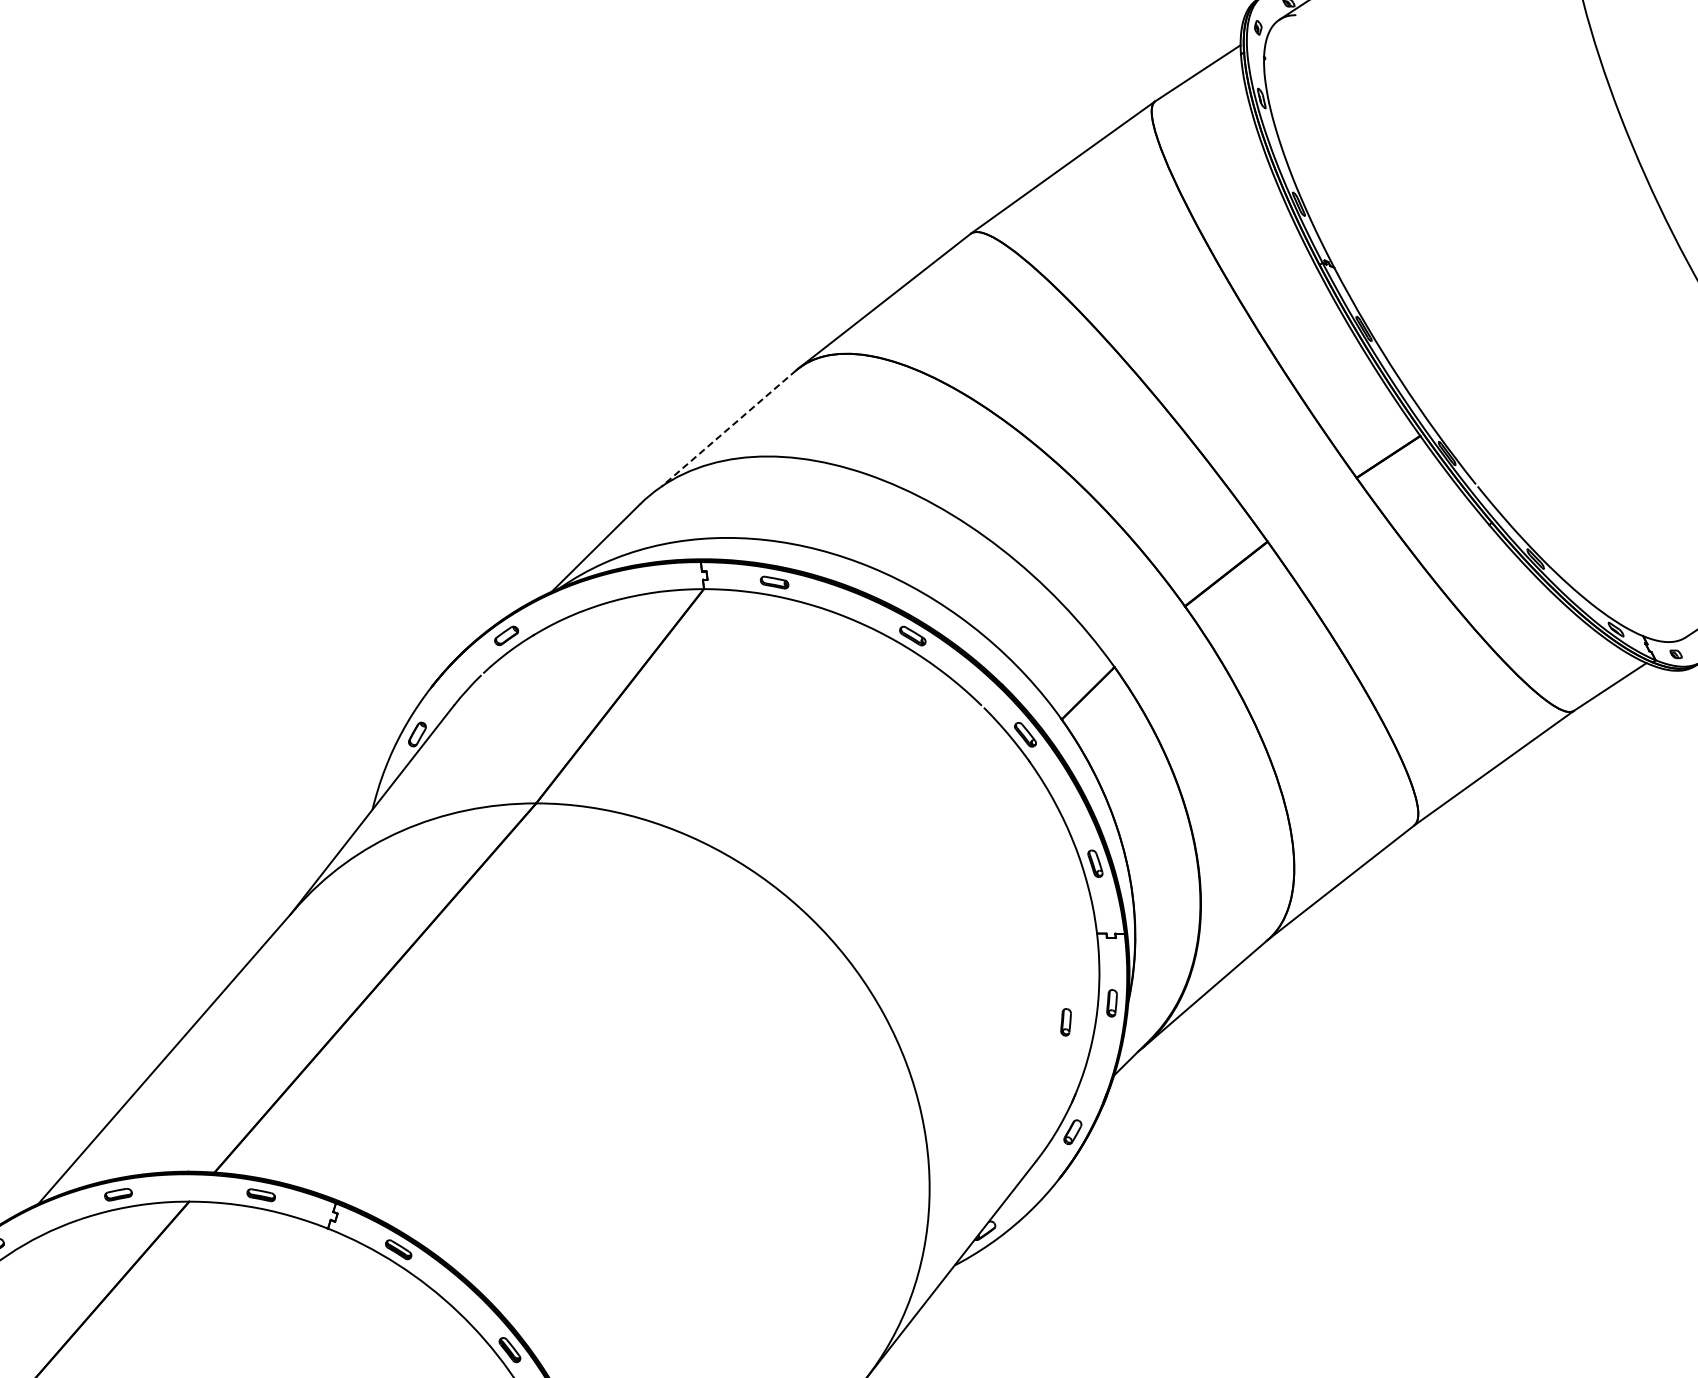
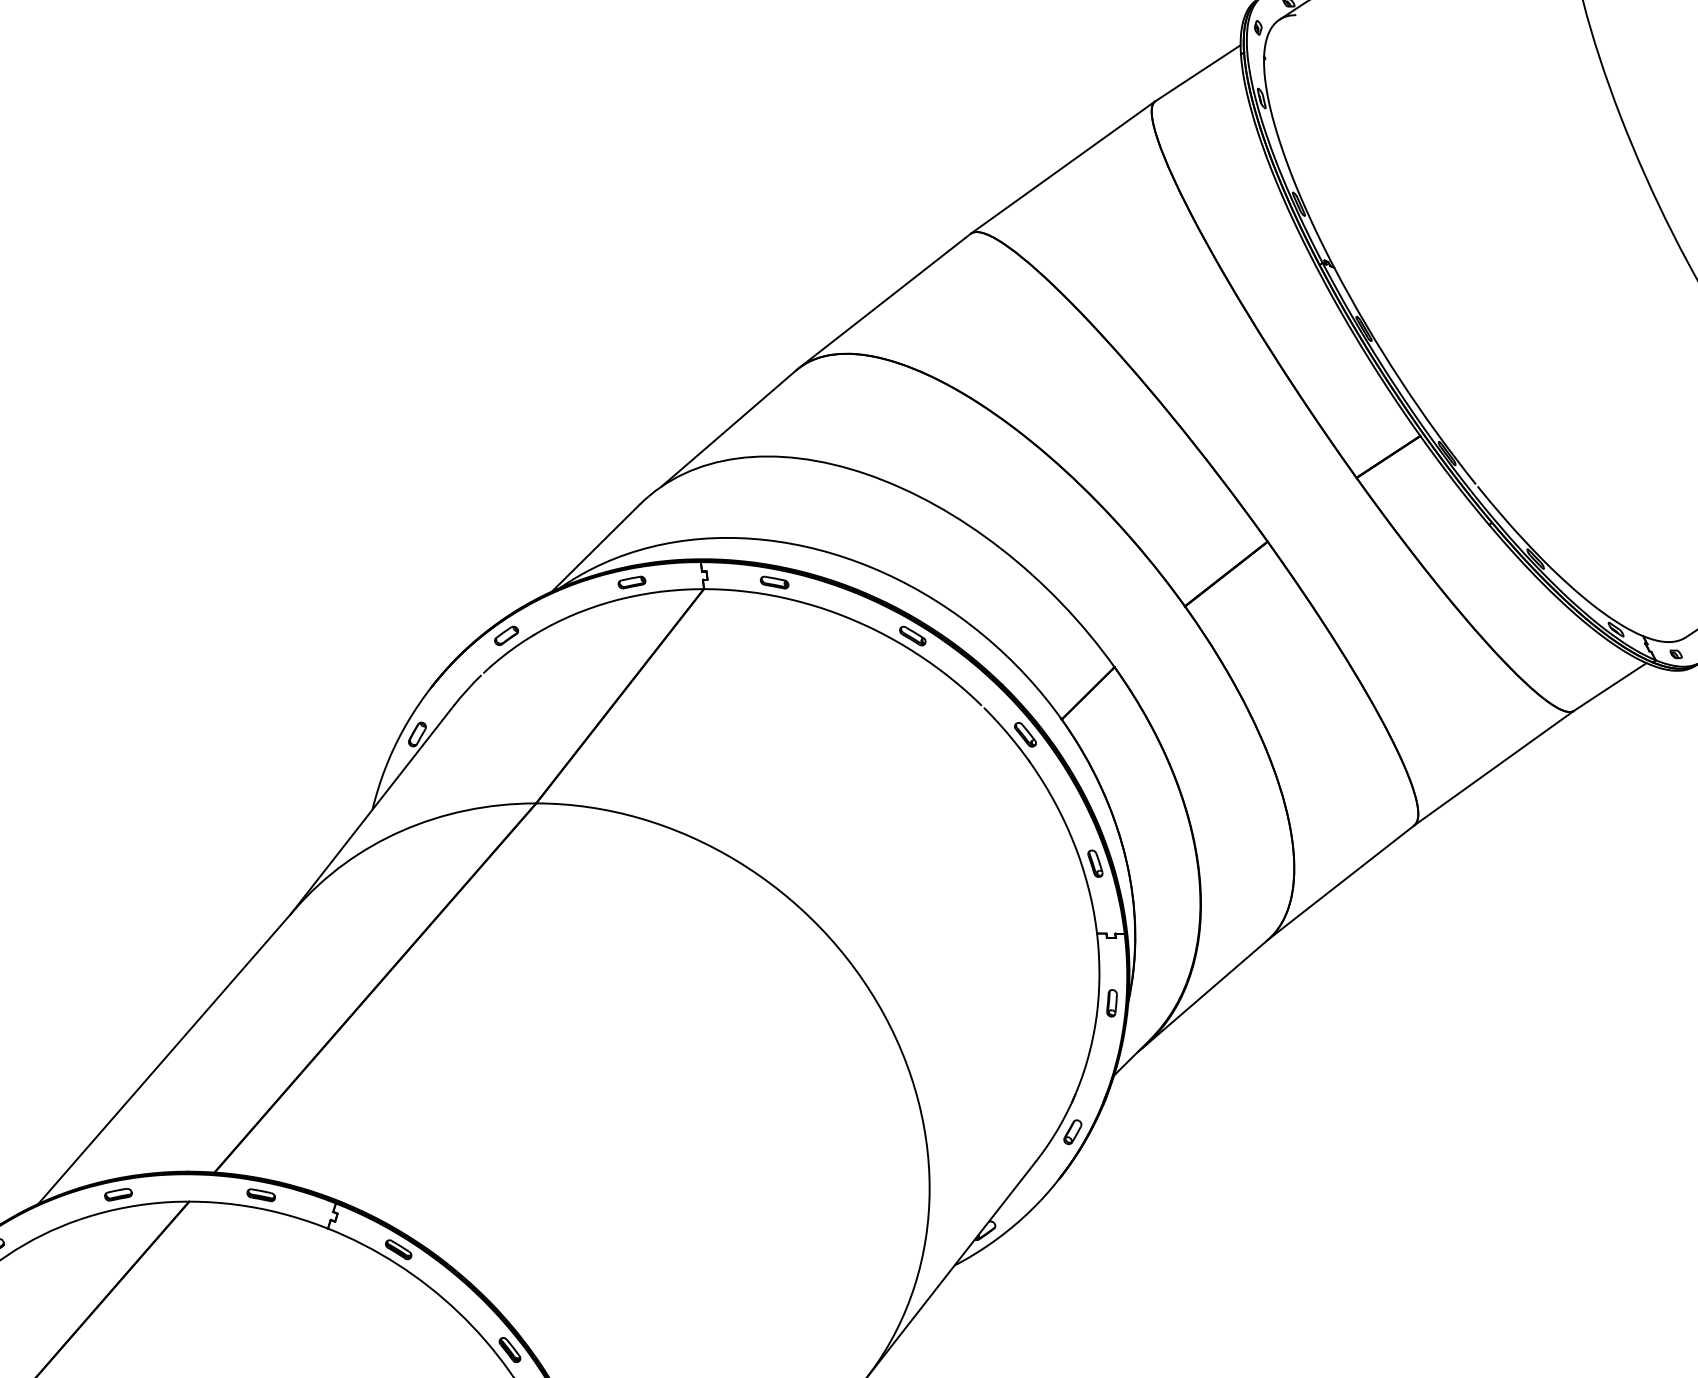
line at (728, 428): dashed -> solid
part at (631, 582): none -> present
part at (1065, 1022): present -> none
